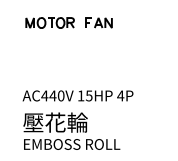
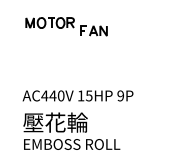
part at (98, 22) position: (98, 22) -> (93, 30)
text at (120, 95): 4P -> 9P
